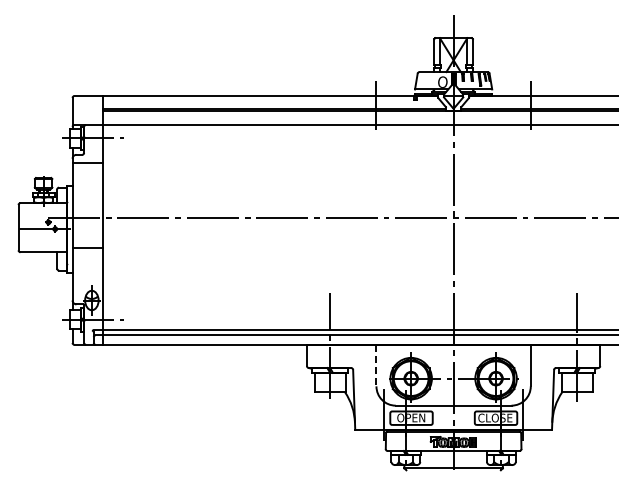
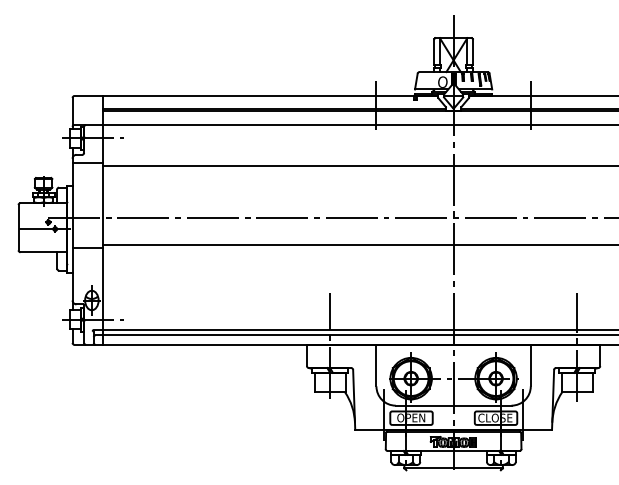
line at (359, 166): none -> present
line at (359, 244): none -> present
line at (376, 365): dashed -> solid
